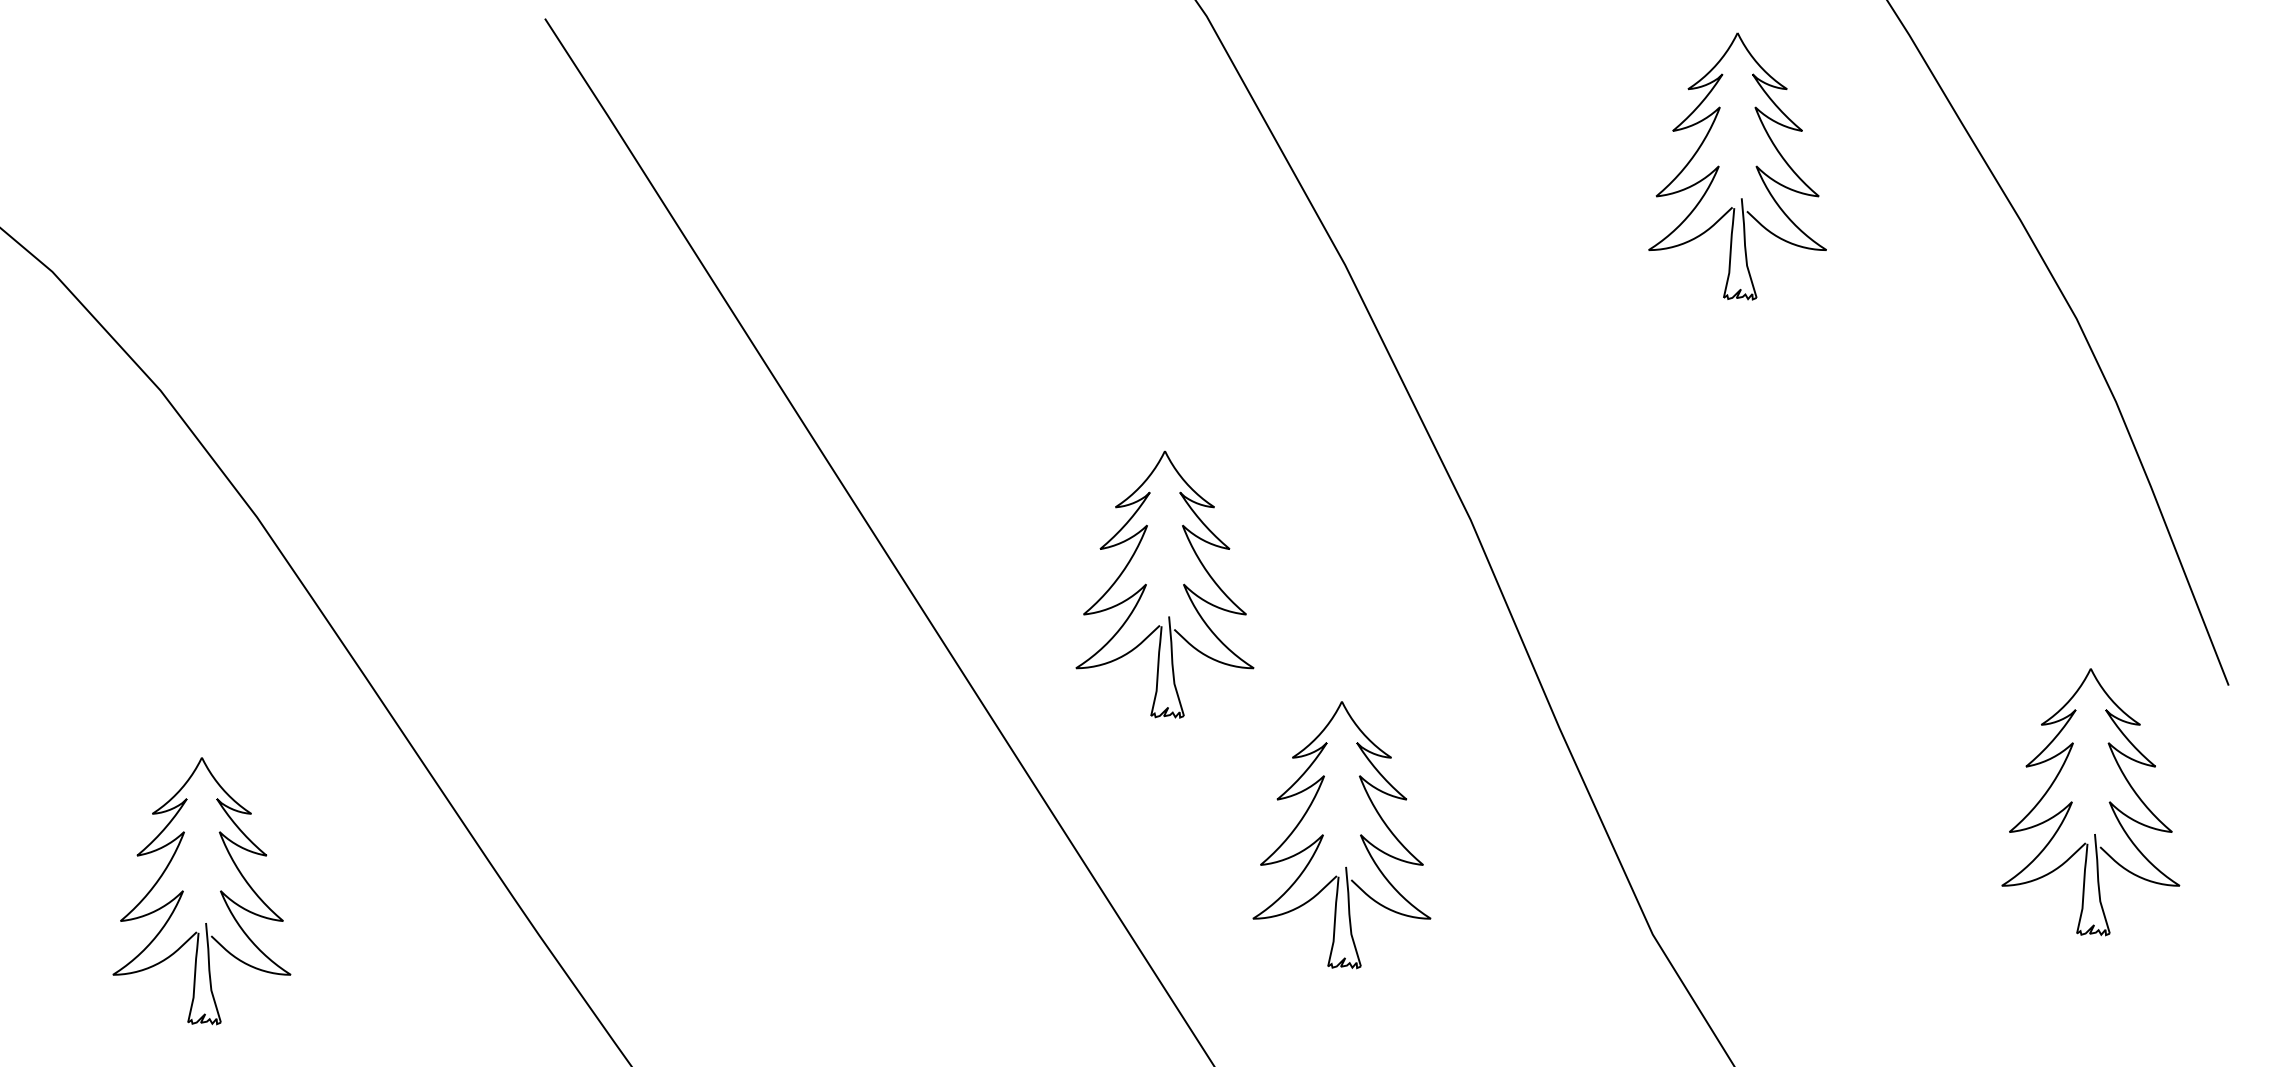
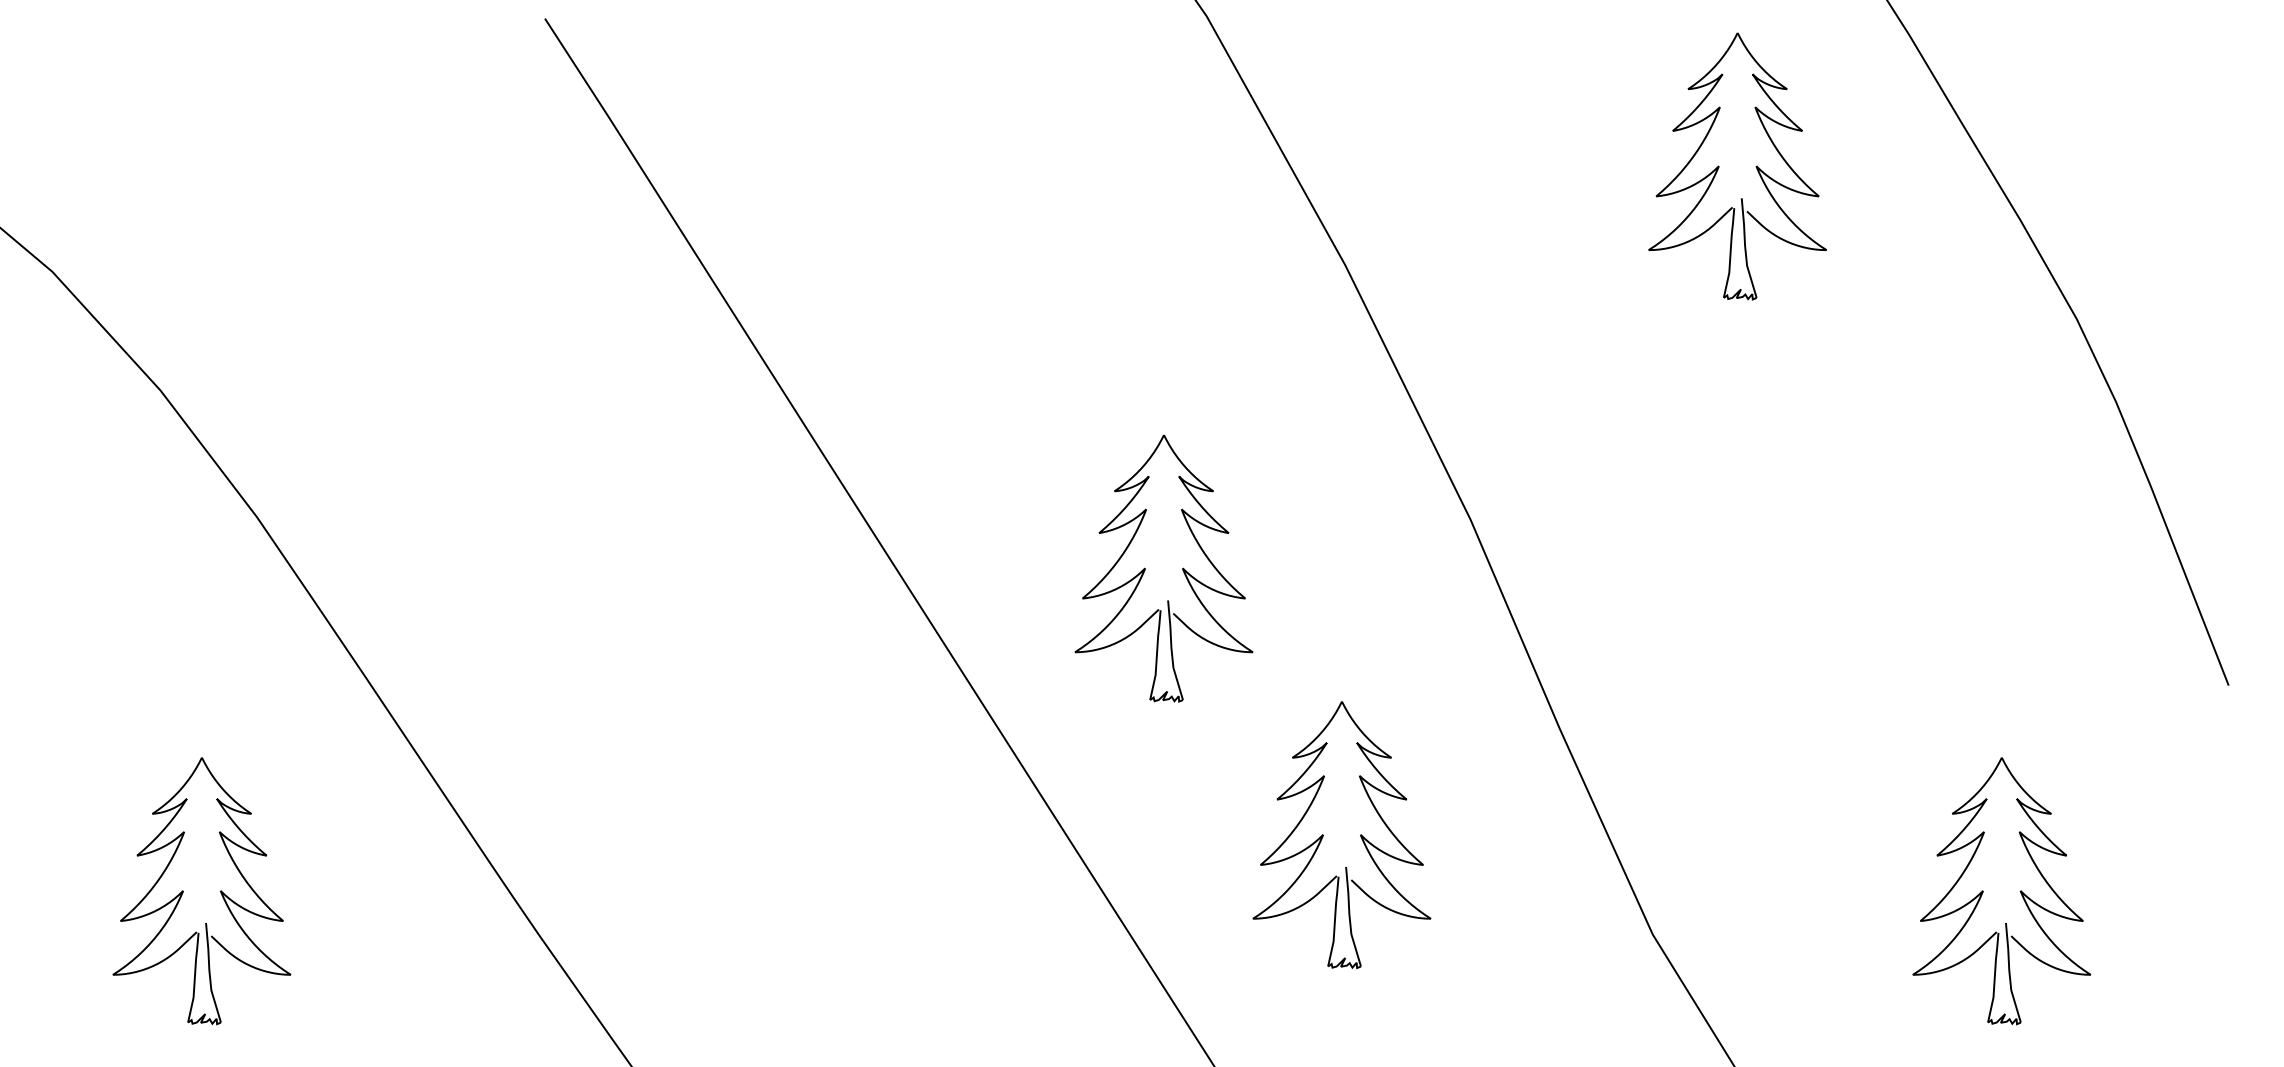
part at (1146, 584) position: (1146, 584) -> (1145, 568)
part at (2072, 802) position: (2072, 802) -> (1983, 891)
